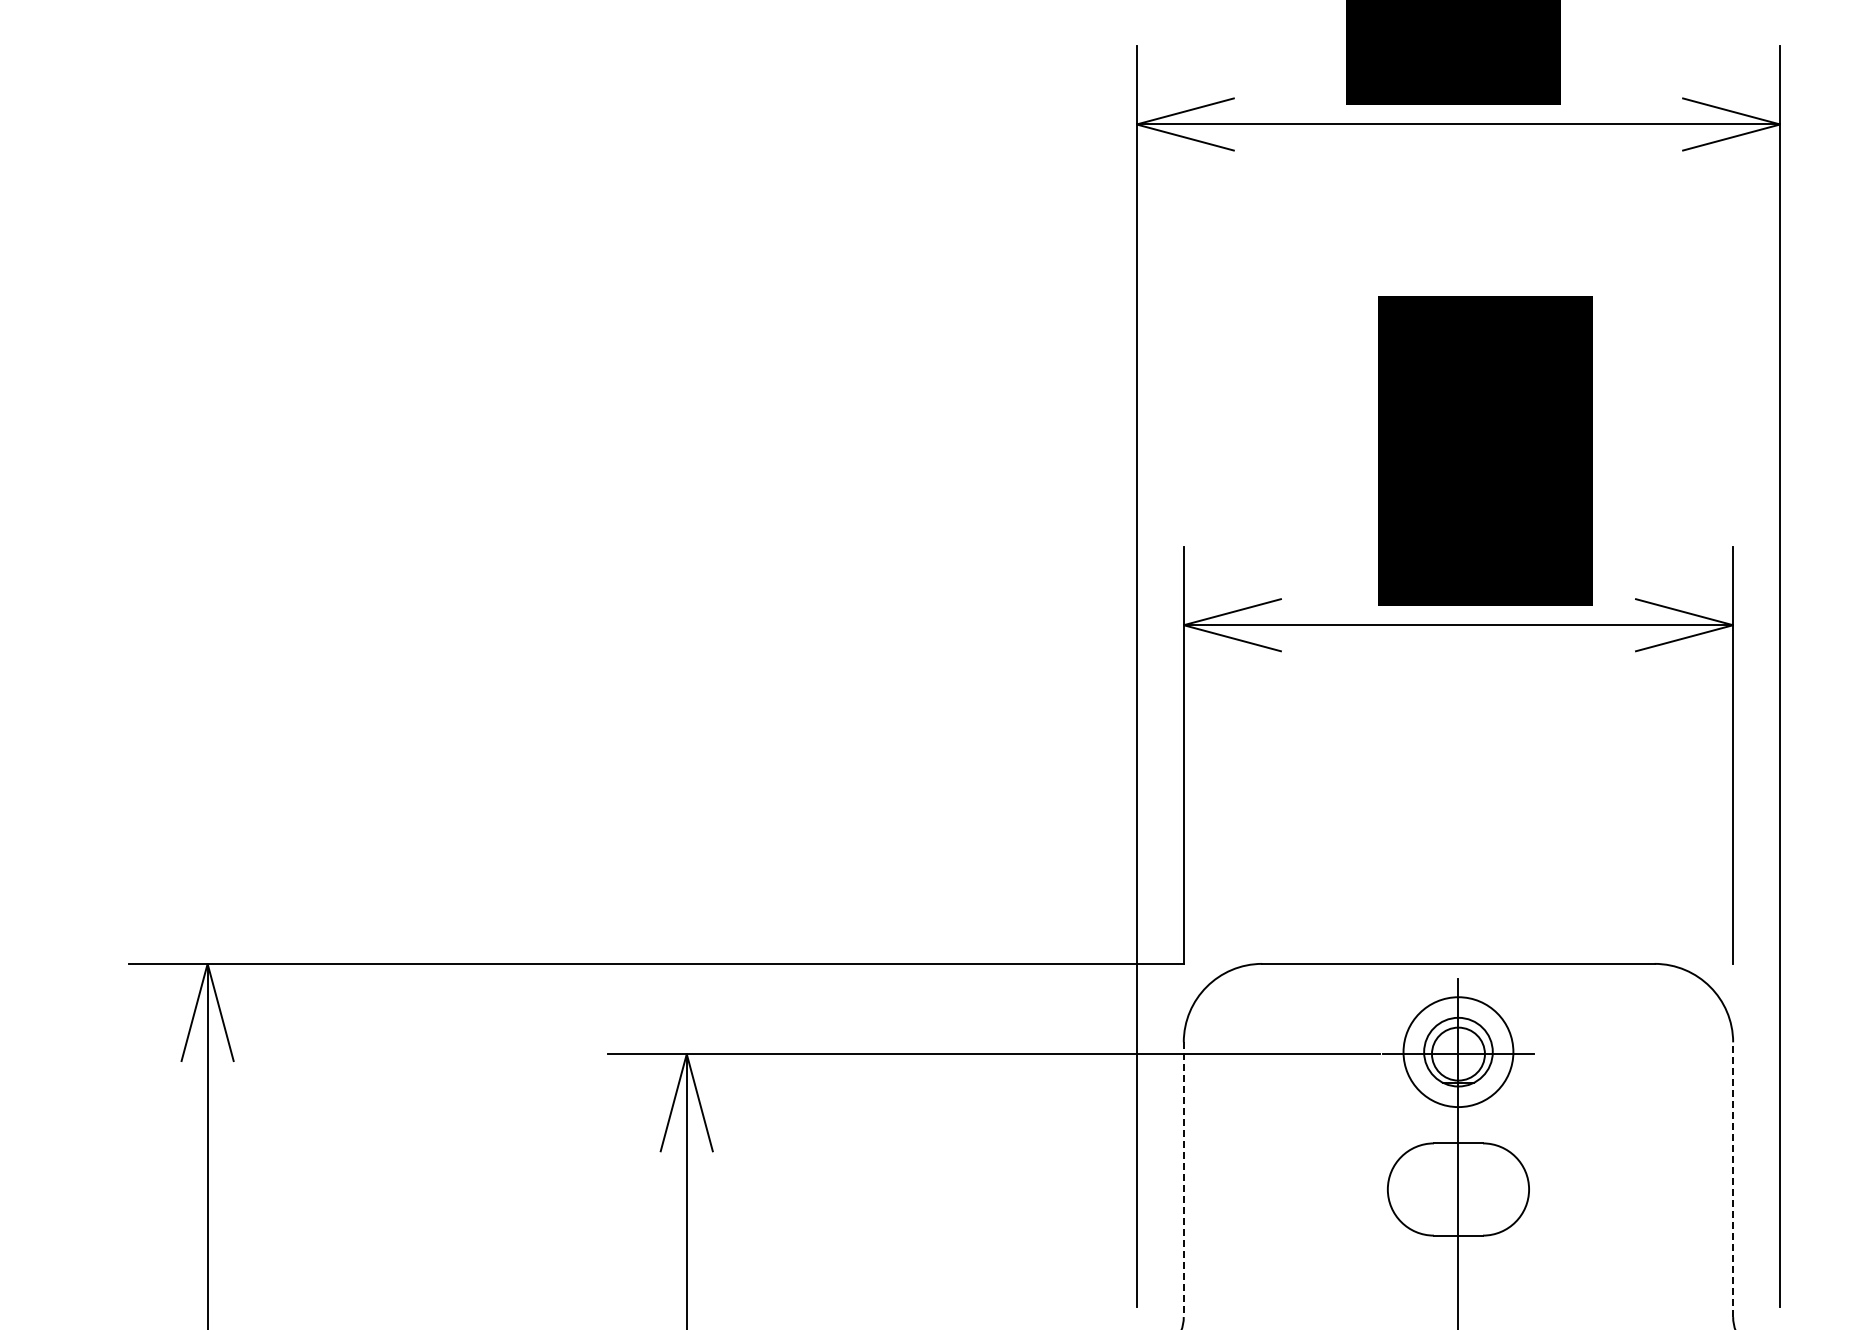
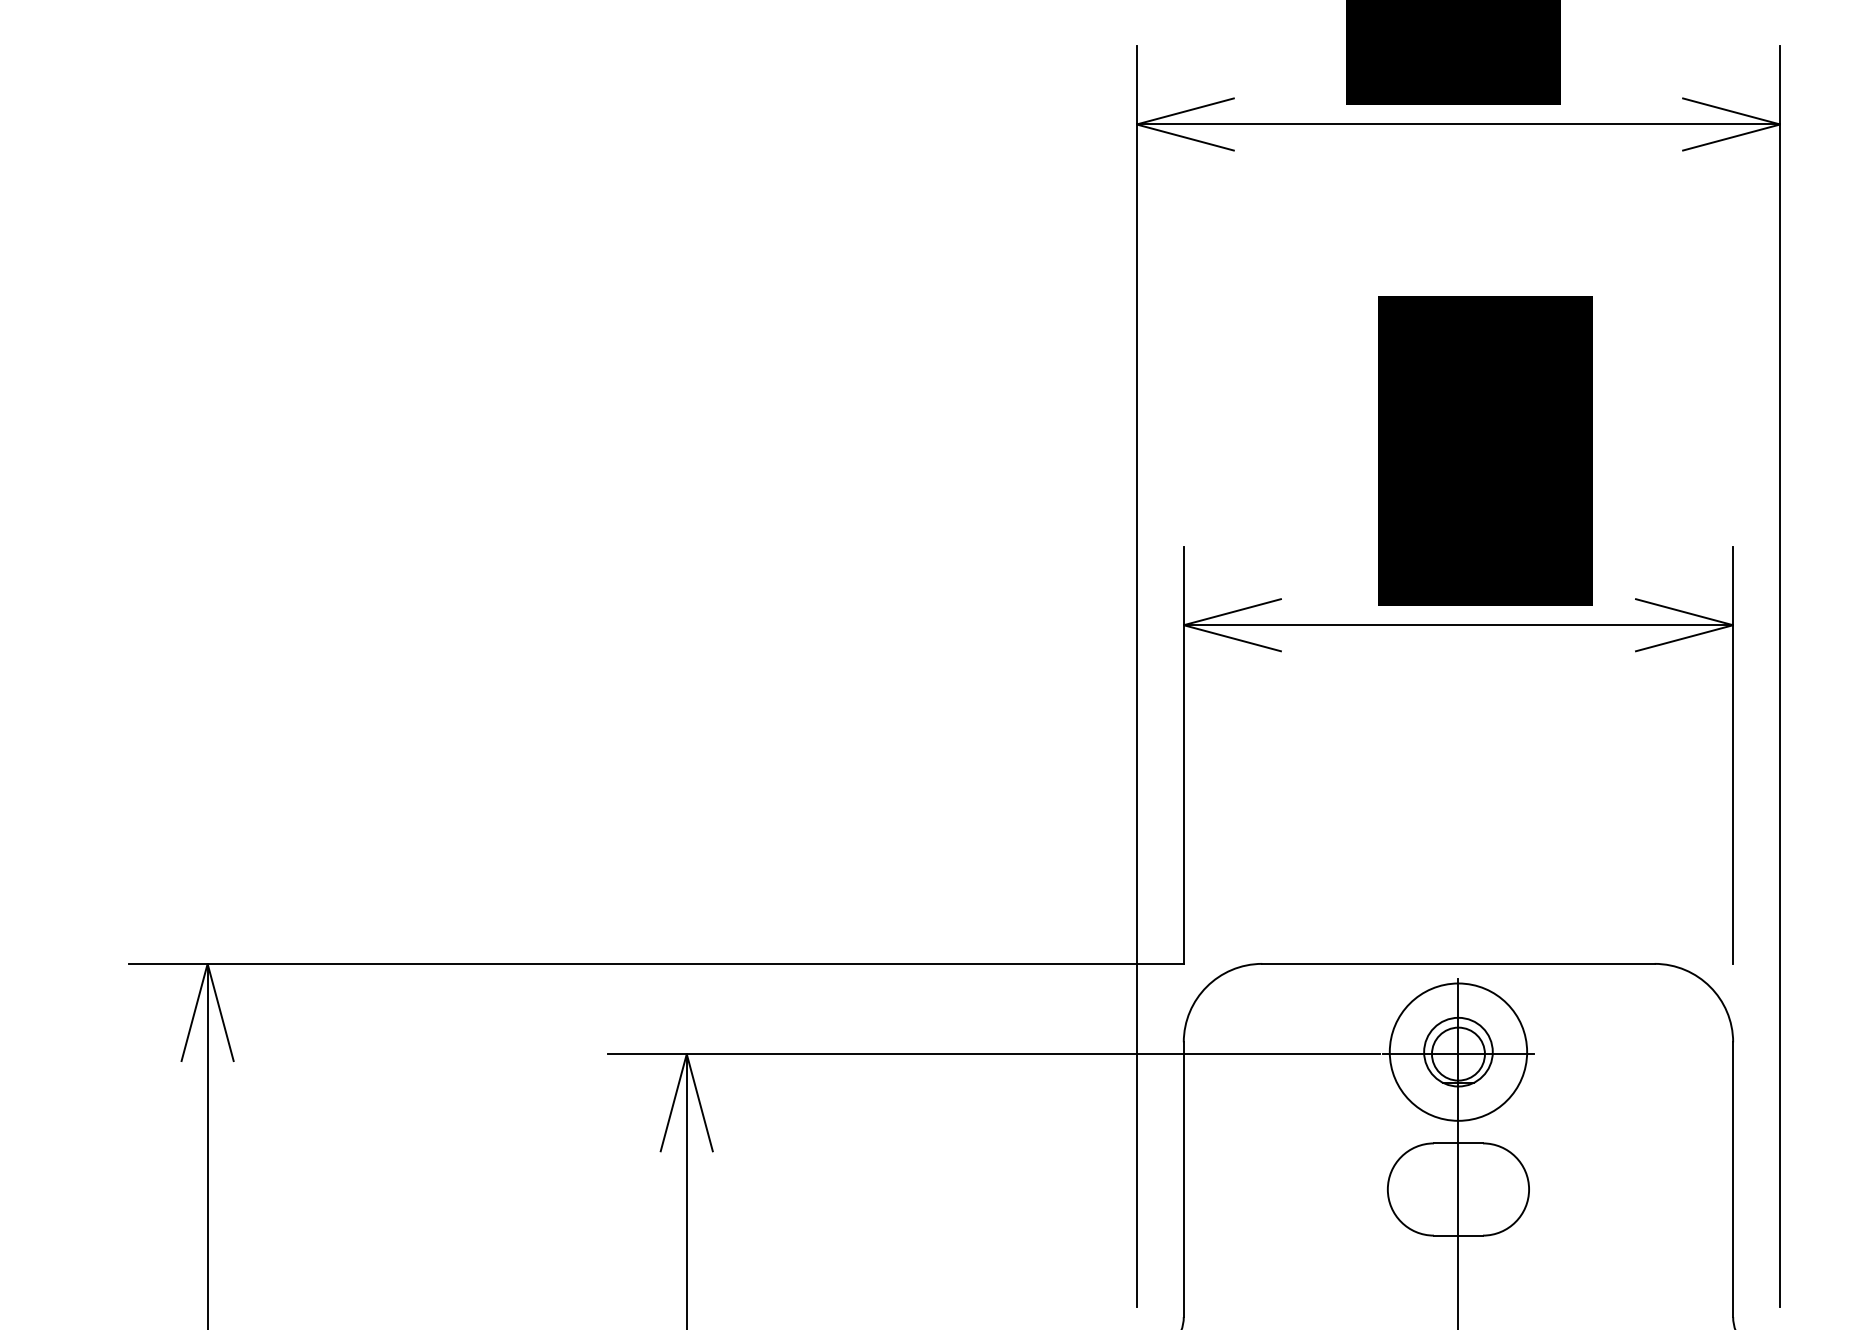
circle at (1458, 1052) diameter: 110 px -> 137 px
line at (1733, 1179): dashed -> solid
line at (1183, 1180): dashed -> solid
